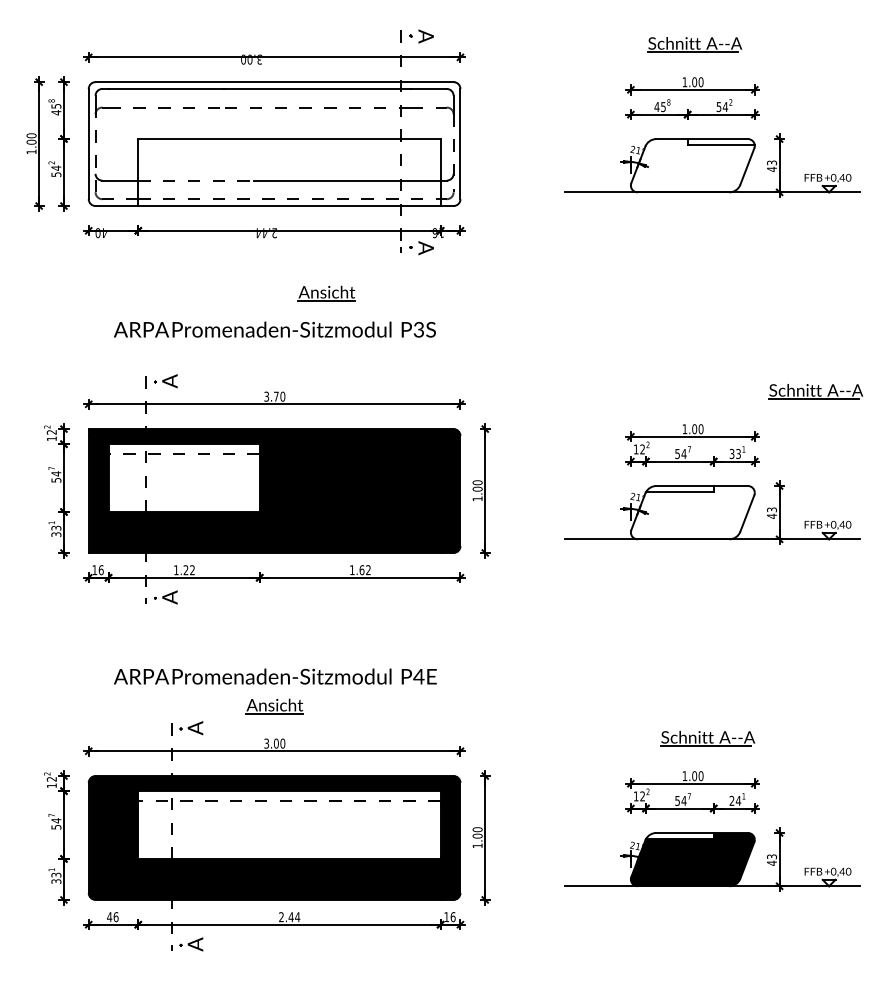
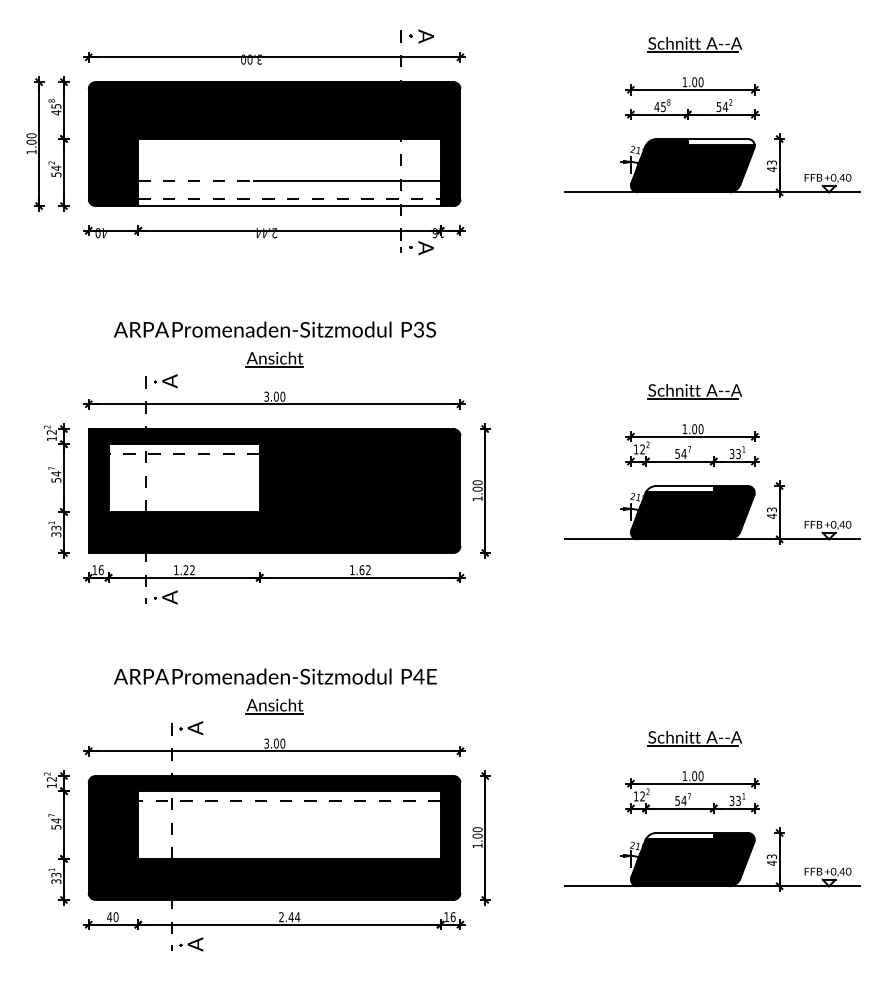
fill at (274, 144): none -> present
fill at (692, 165): none -> present
part at (326, 293) position: (326, 293) -> (274, 359)
part at (815, 391) position: (815, 391) -> (694, 391)
text at (275, 396): 3.70 -> 3.00
fill at (692, 512): none -> present
part at (707, 738) position: (707, 738) -> (694, 738)
text at (735, 800): 24 -> 33
text at (115, 916): 46 -> 40
